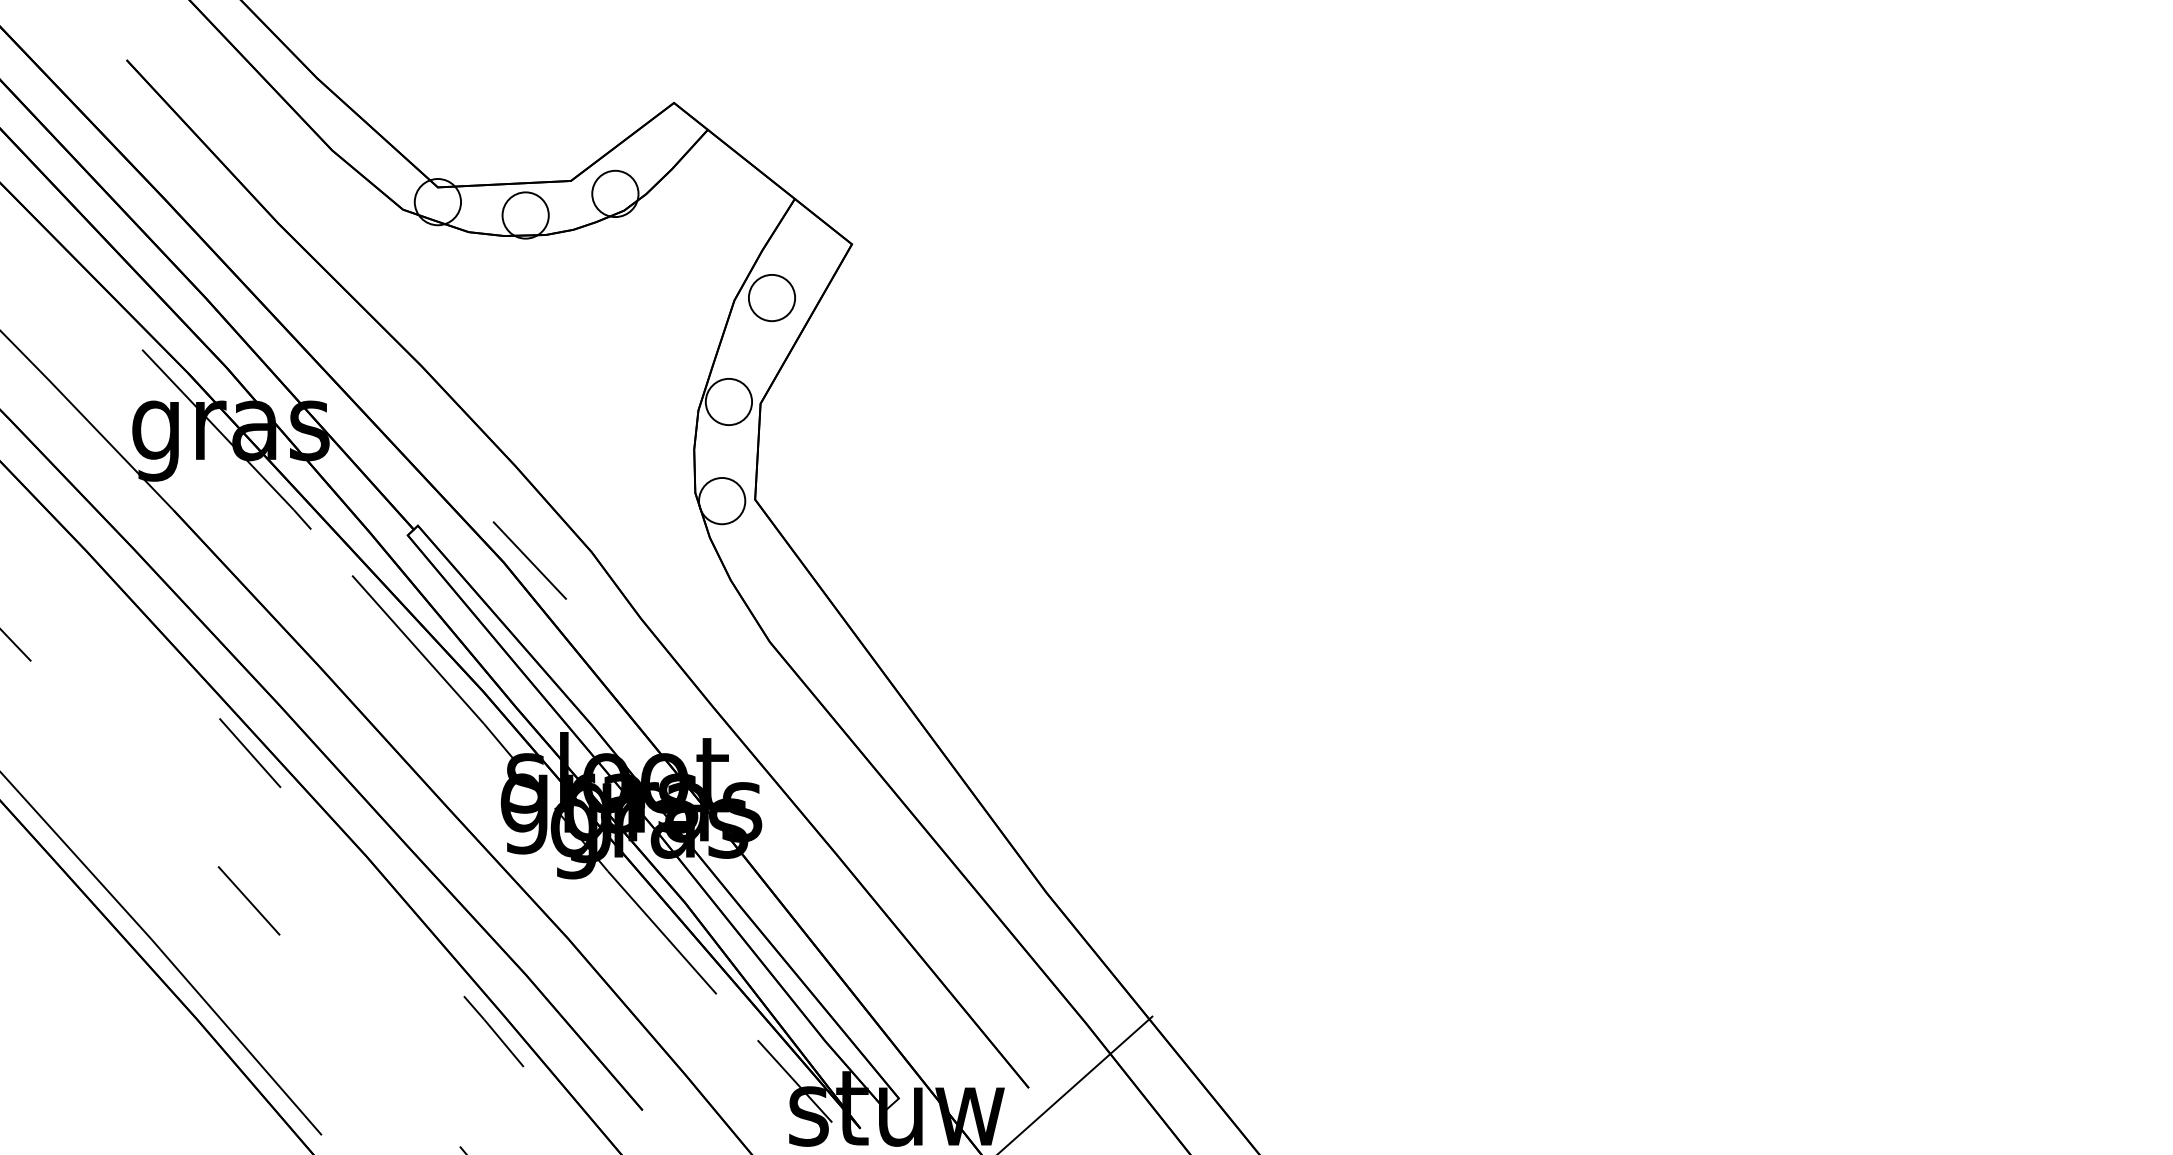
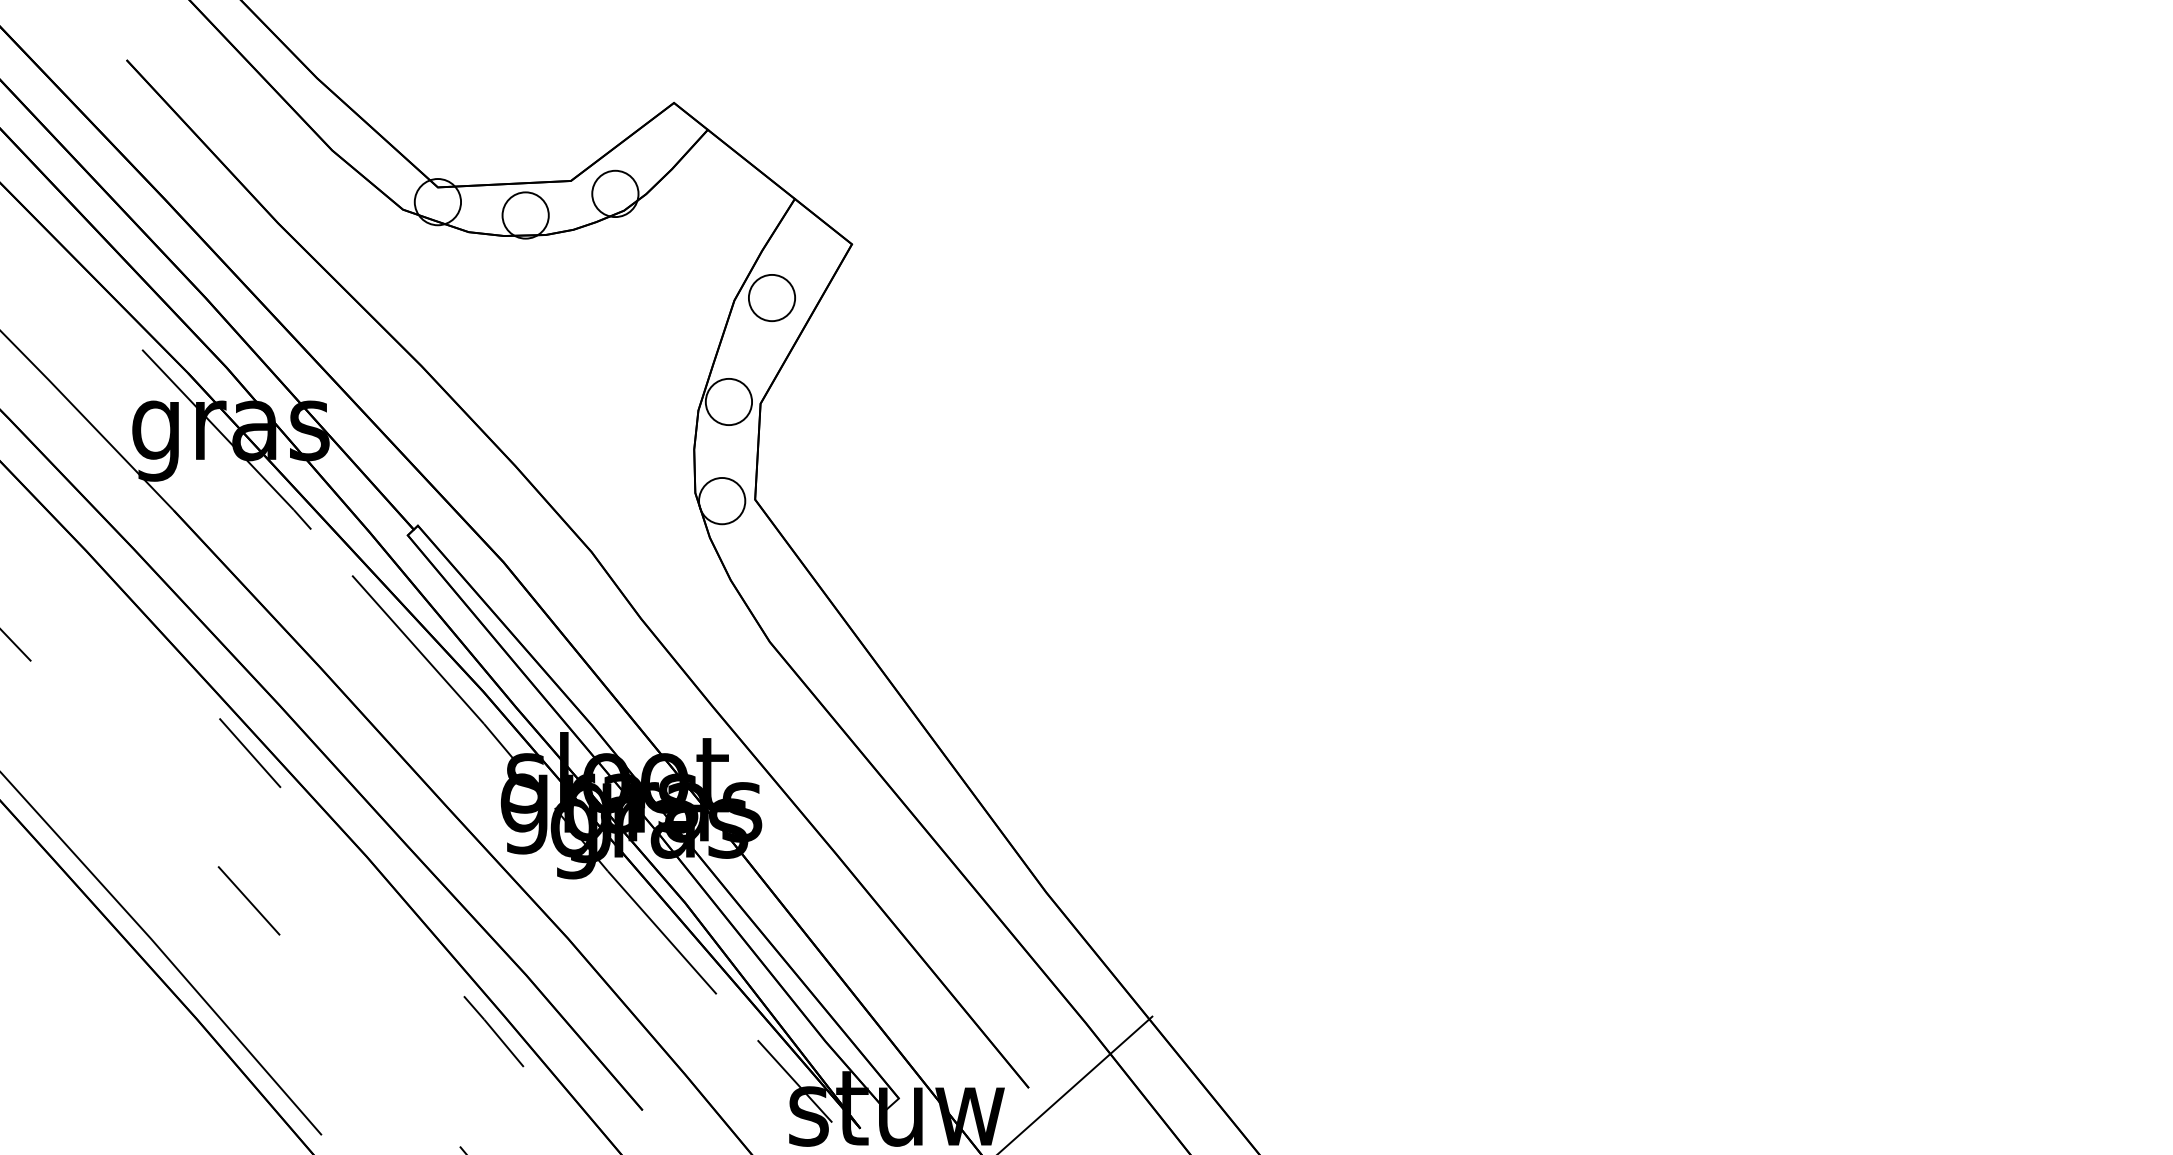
line at (529, 560): present -> none
